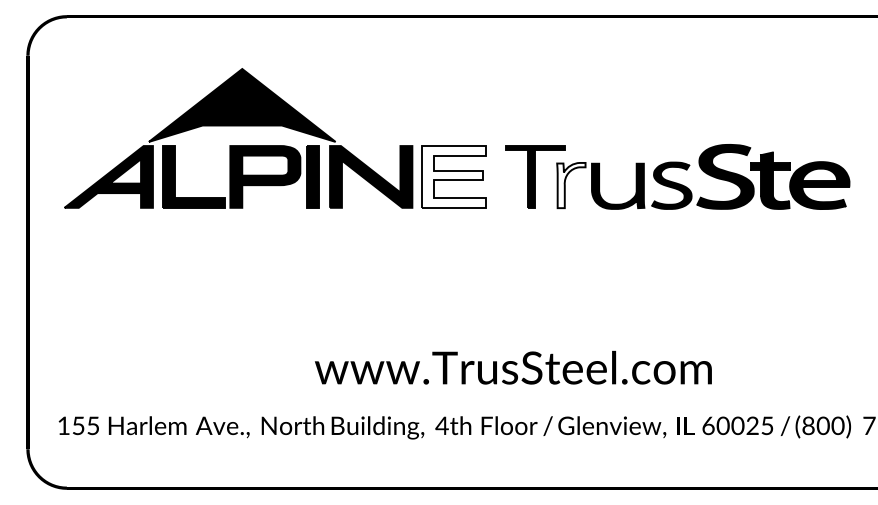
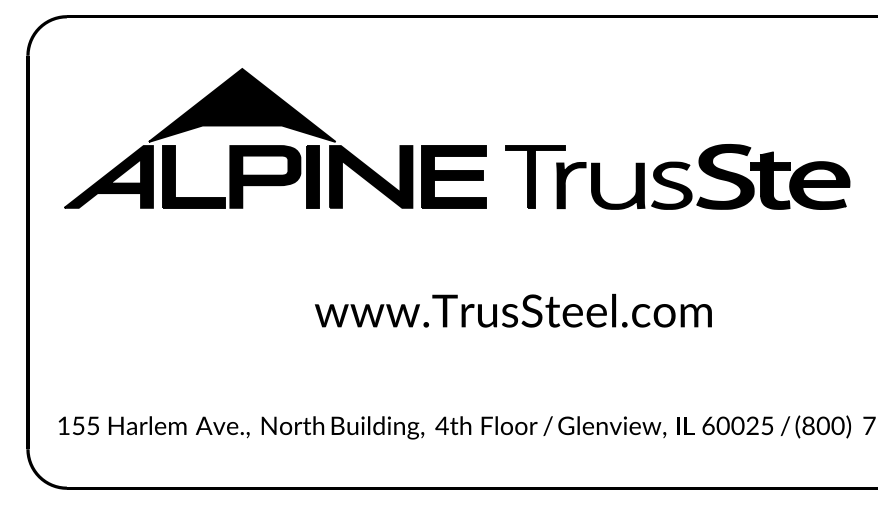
fill at (453, 176): none -> present
fill at (571, 185): none -> present
text at (513, 367) position: (513, 367) -> (513, 310)
